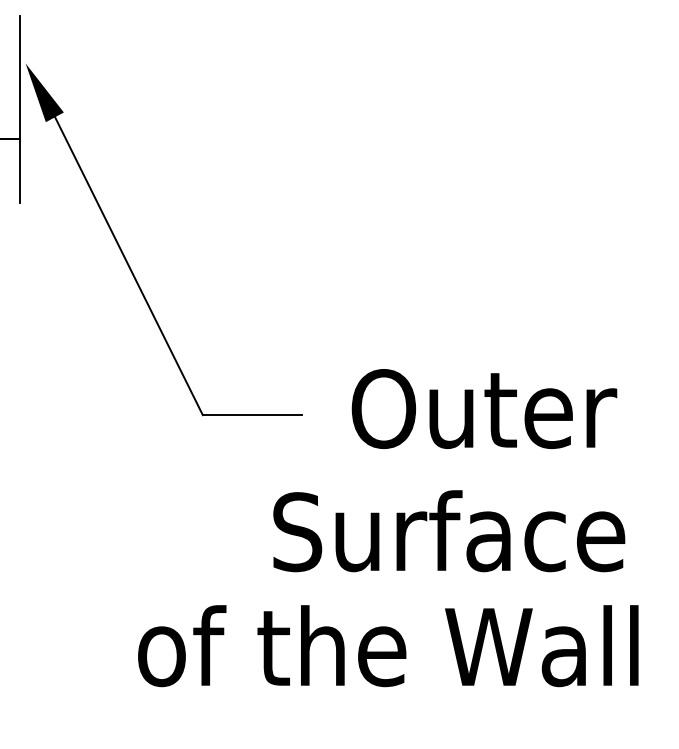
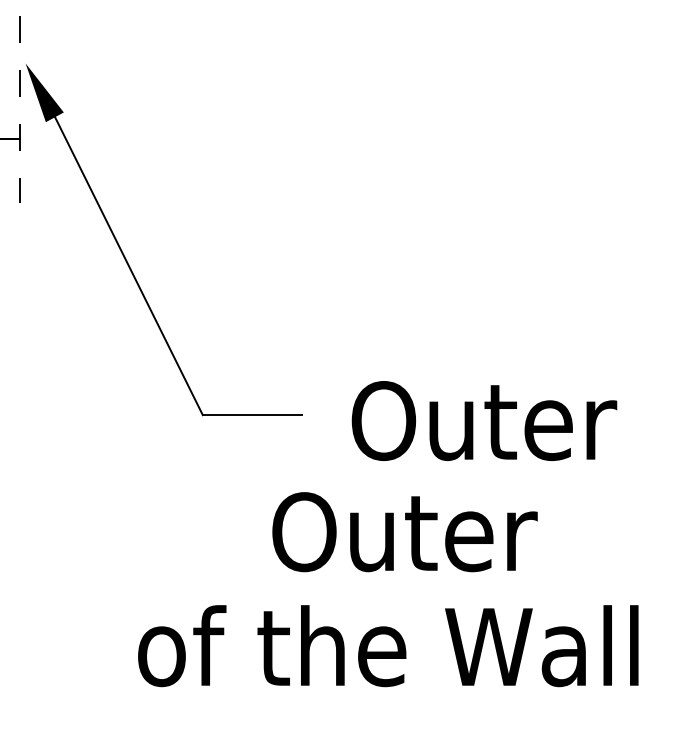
line at (20, 110): solid -> dashed
text at (484, 409) position: (484, 409) -> (484, 421)
text at (448, 531): Surface -> Outer
